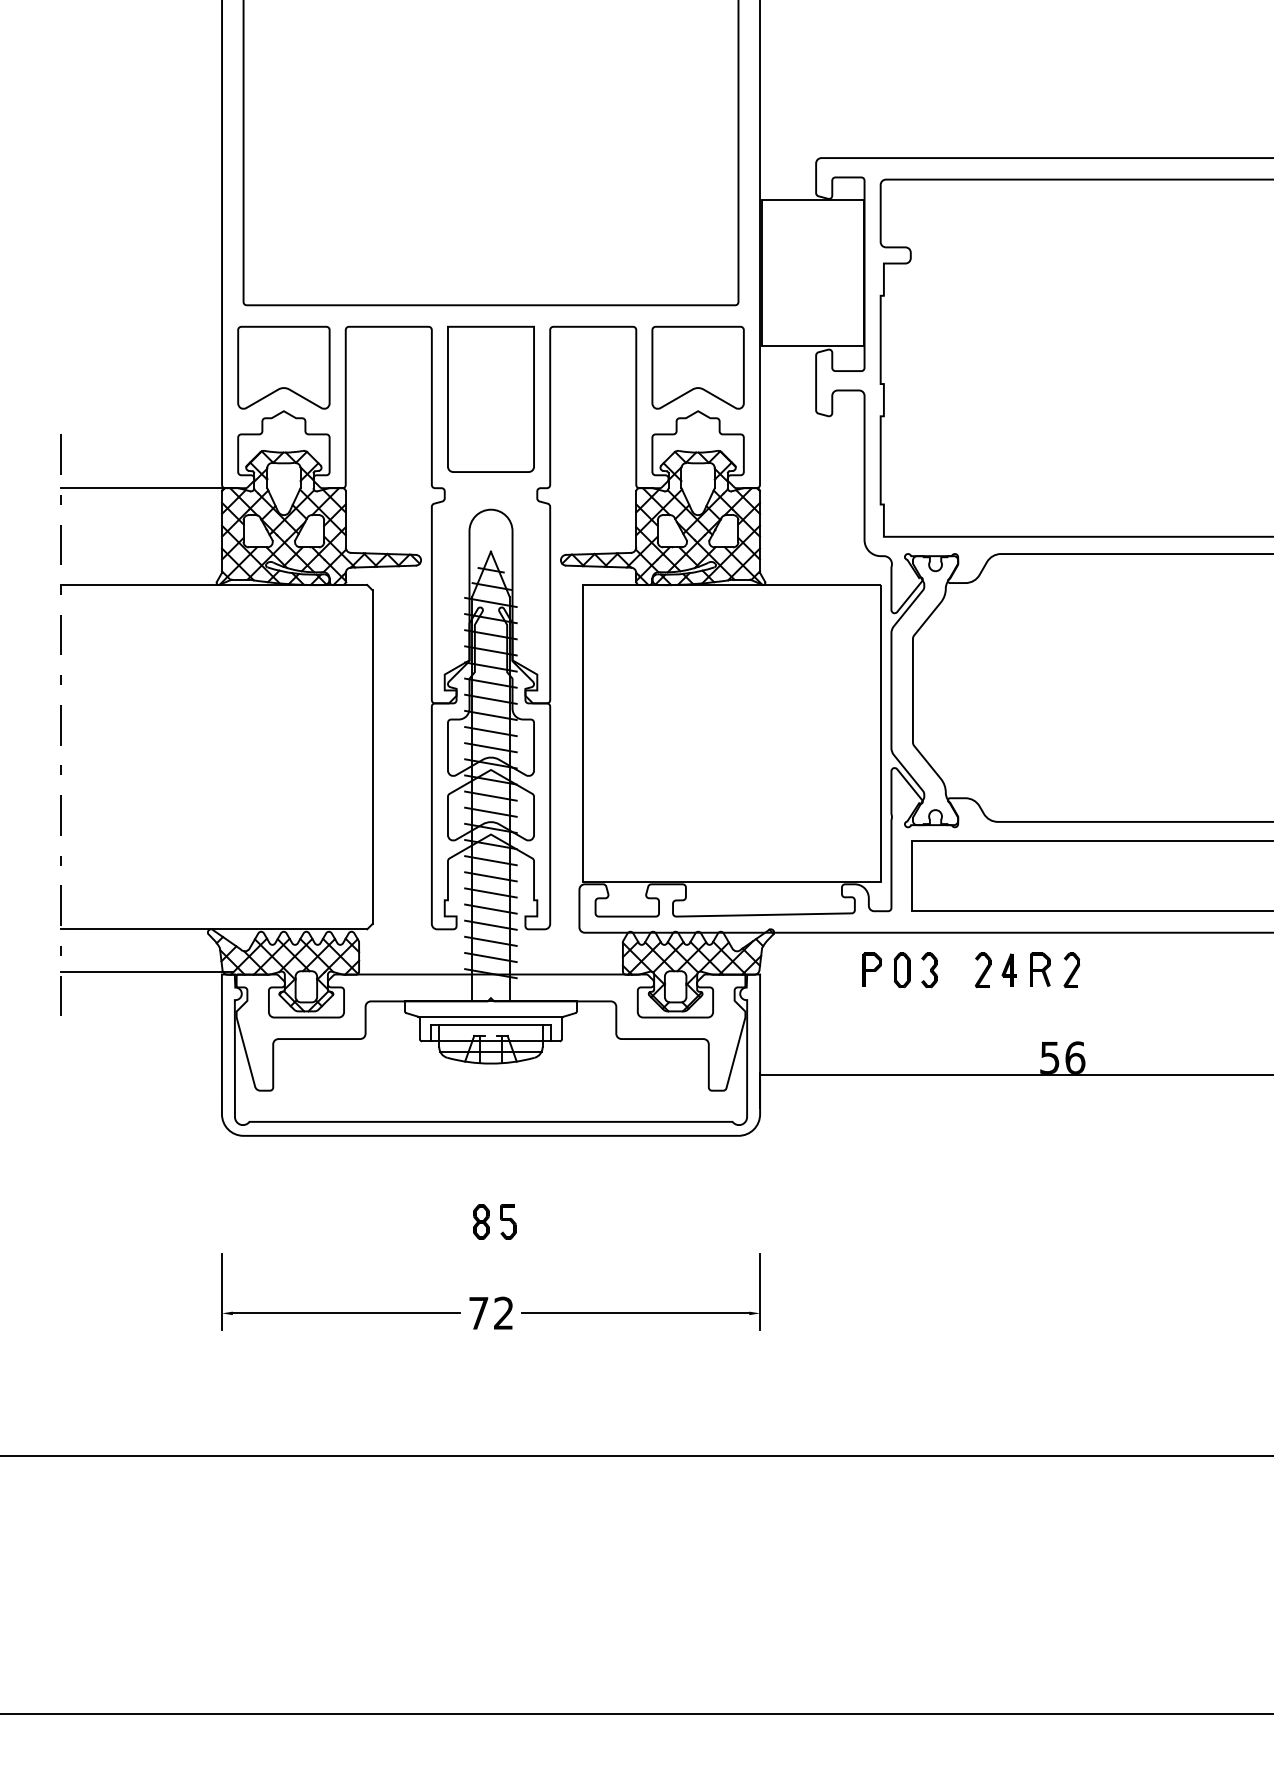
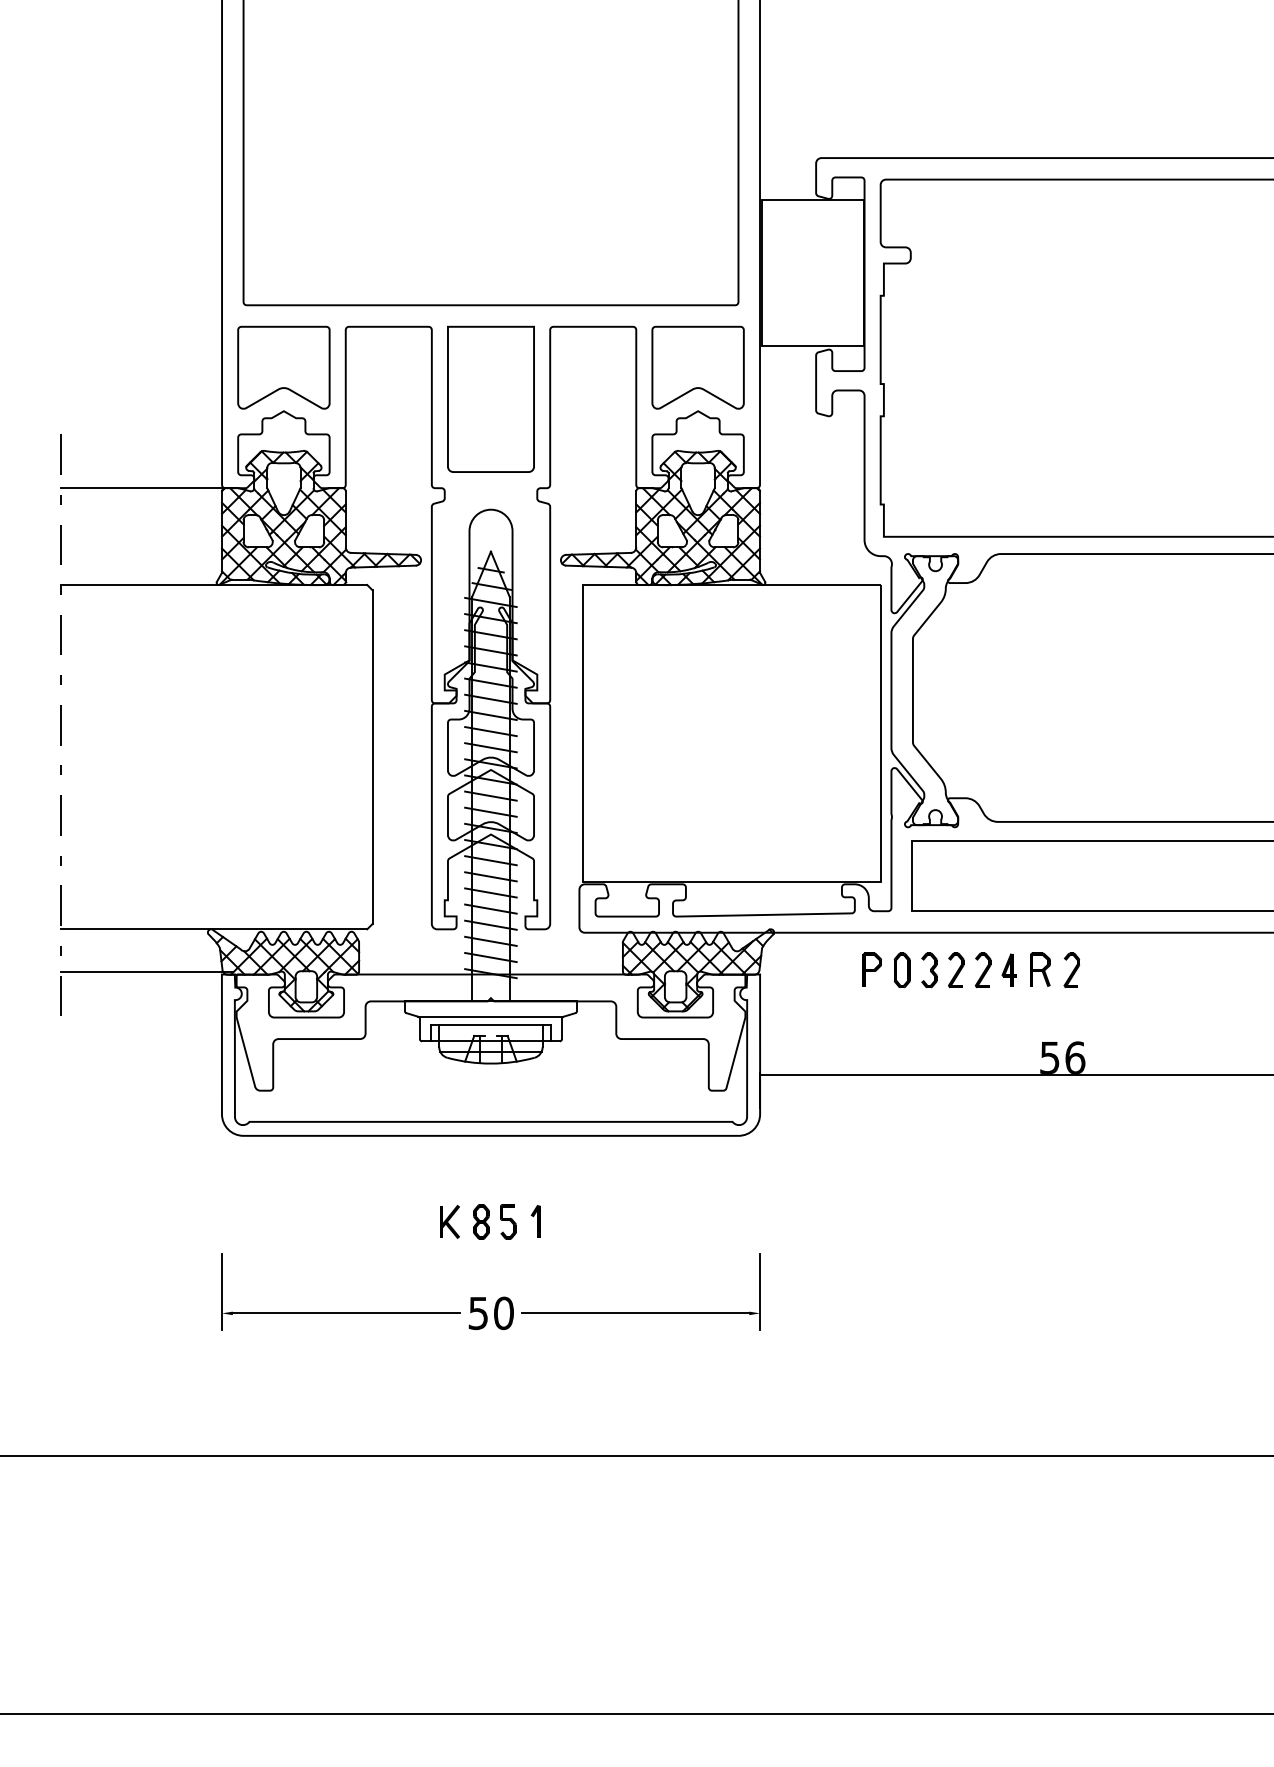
part at (956, 970): none -> present
part at (449, 1221): none -> present
part at (535, 1221): none -> present
text at (490, 1313): 72 -> 50
